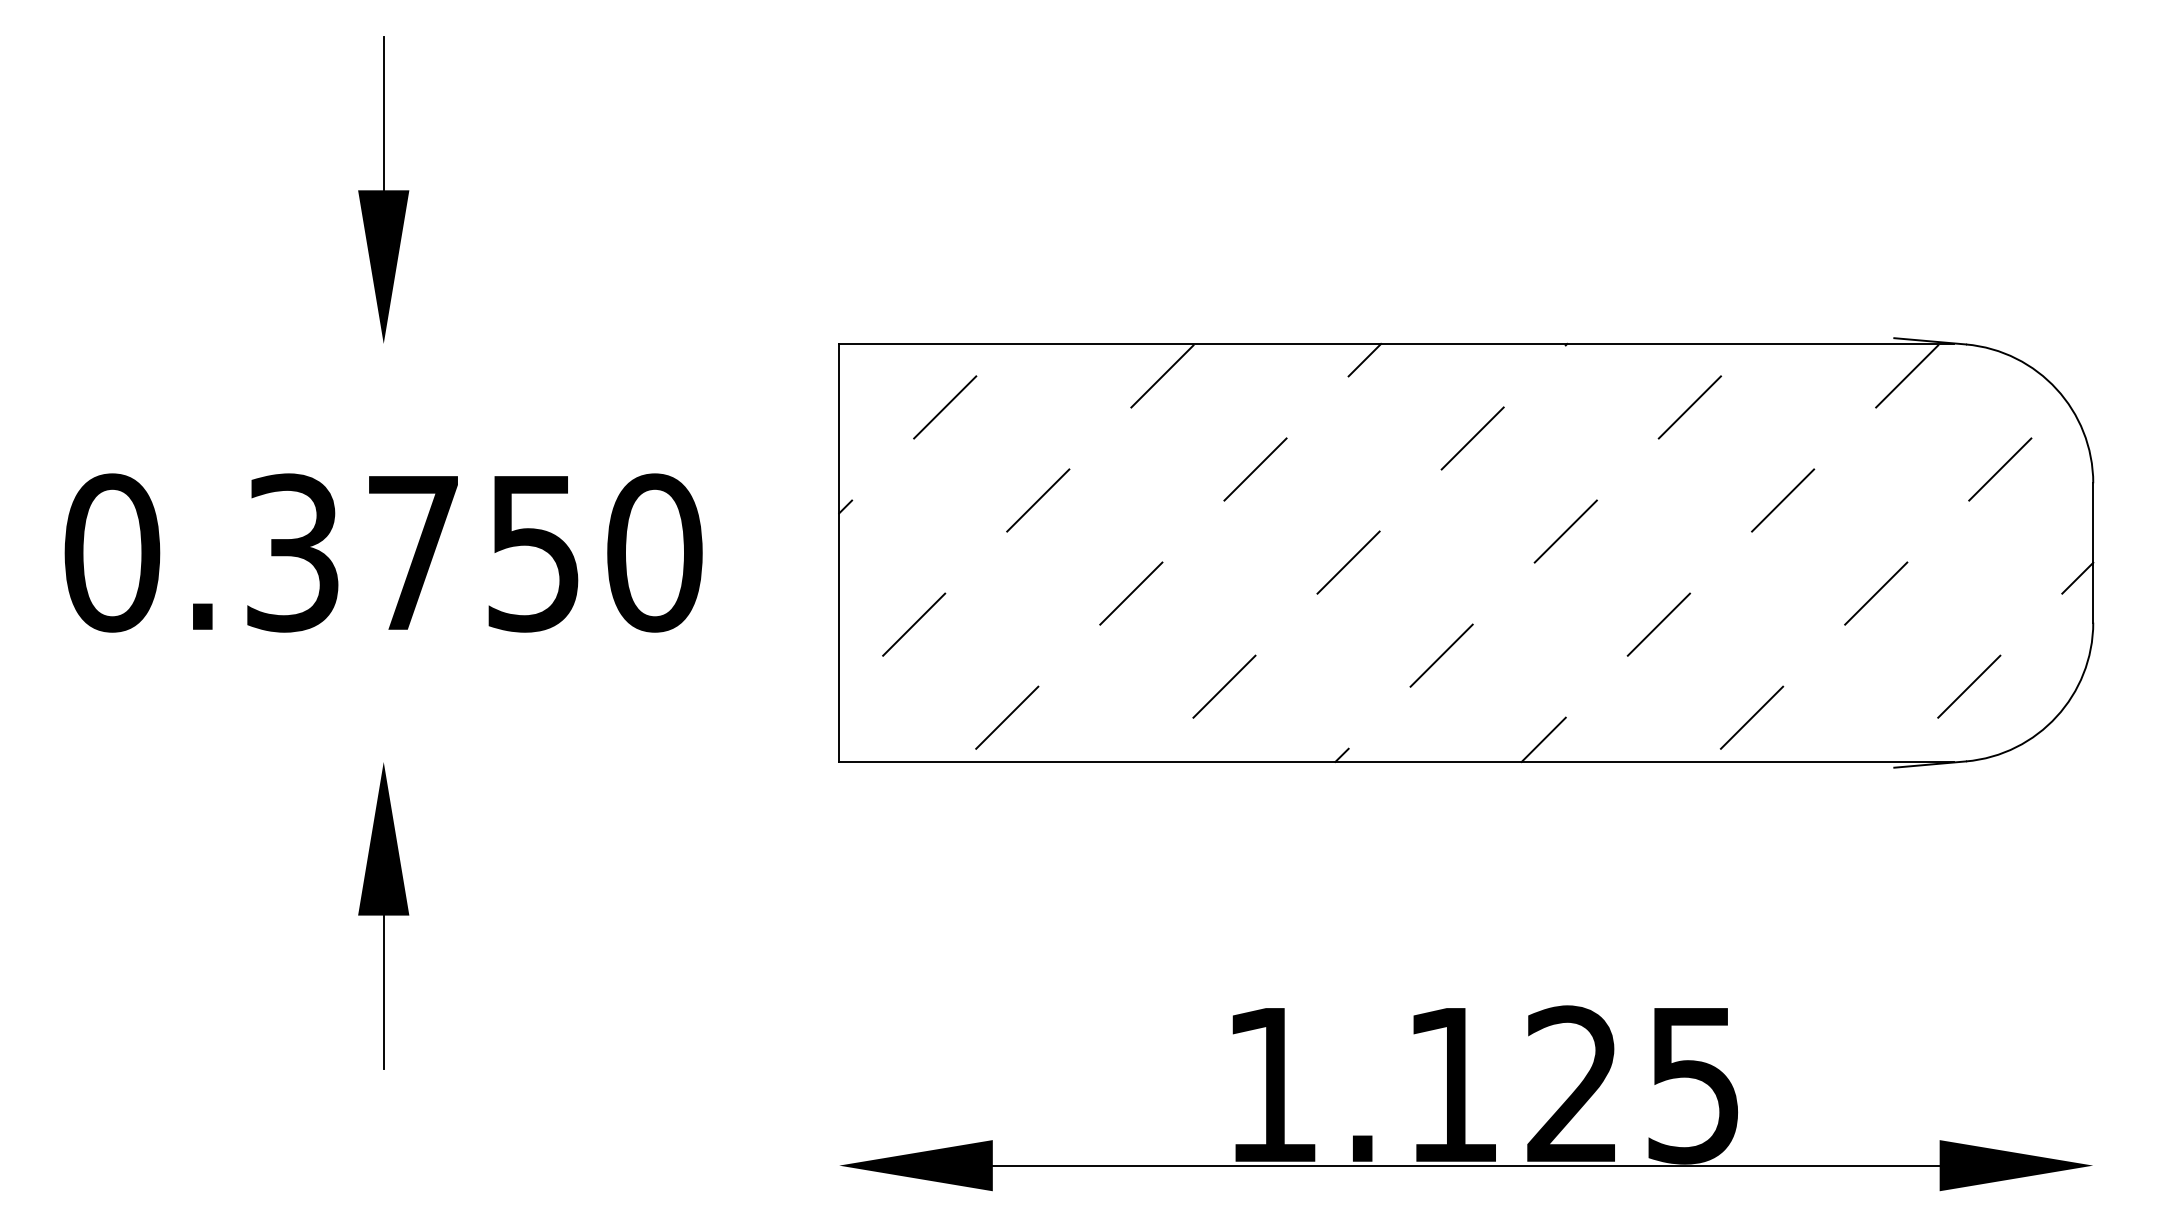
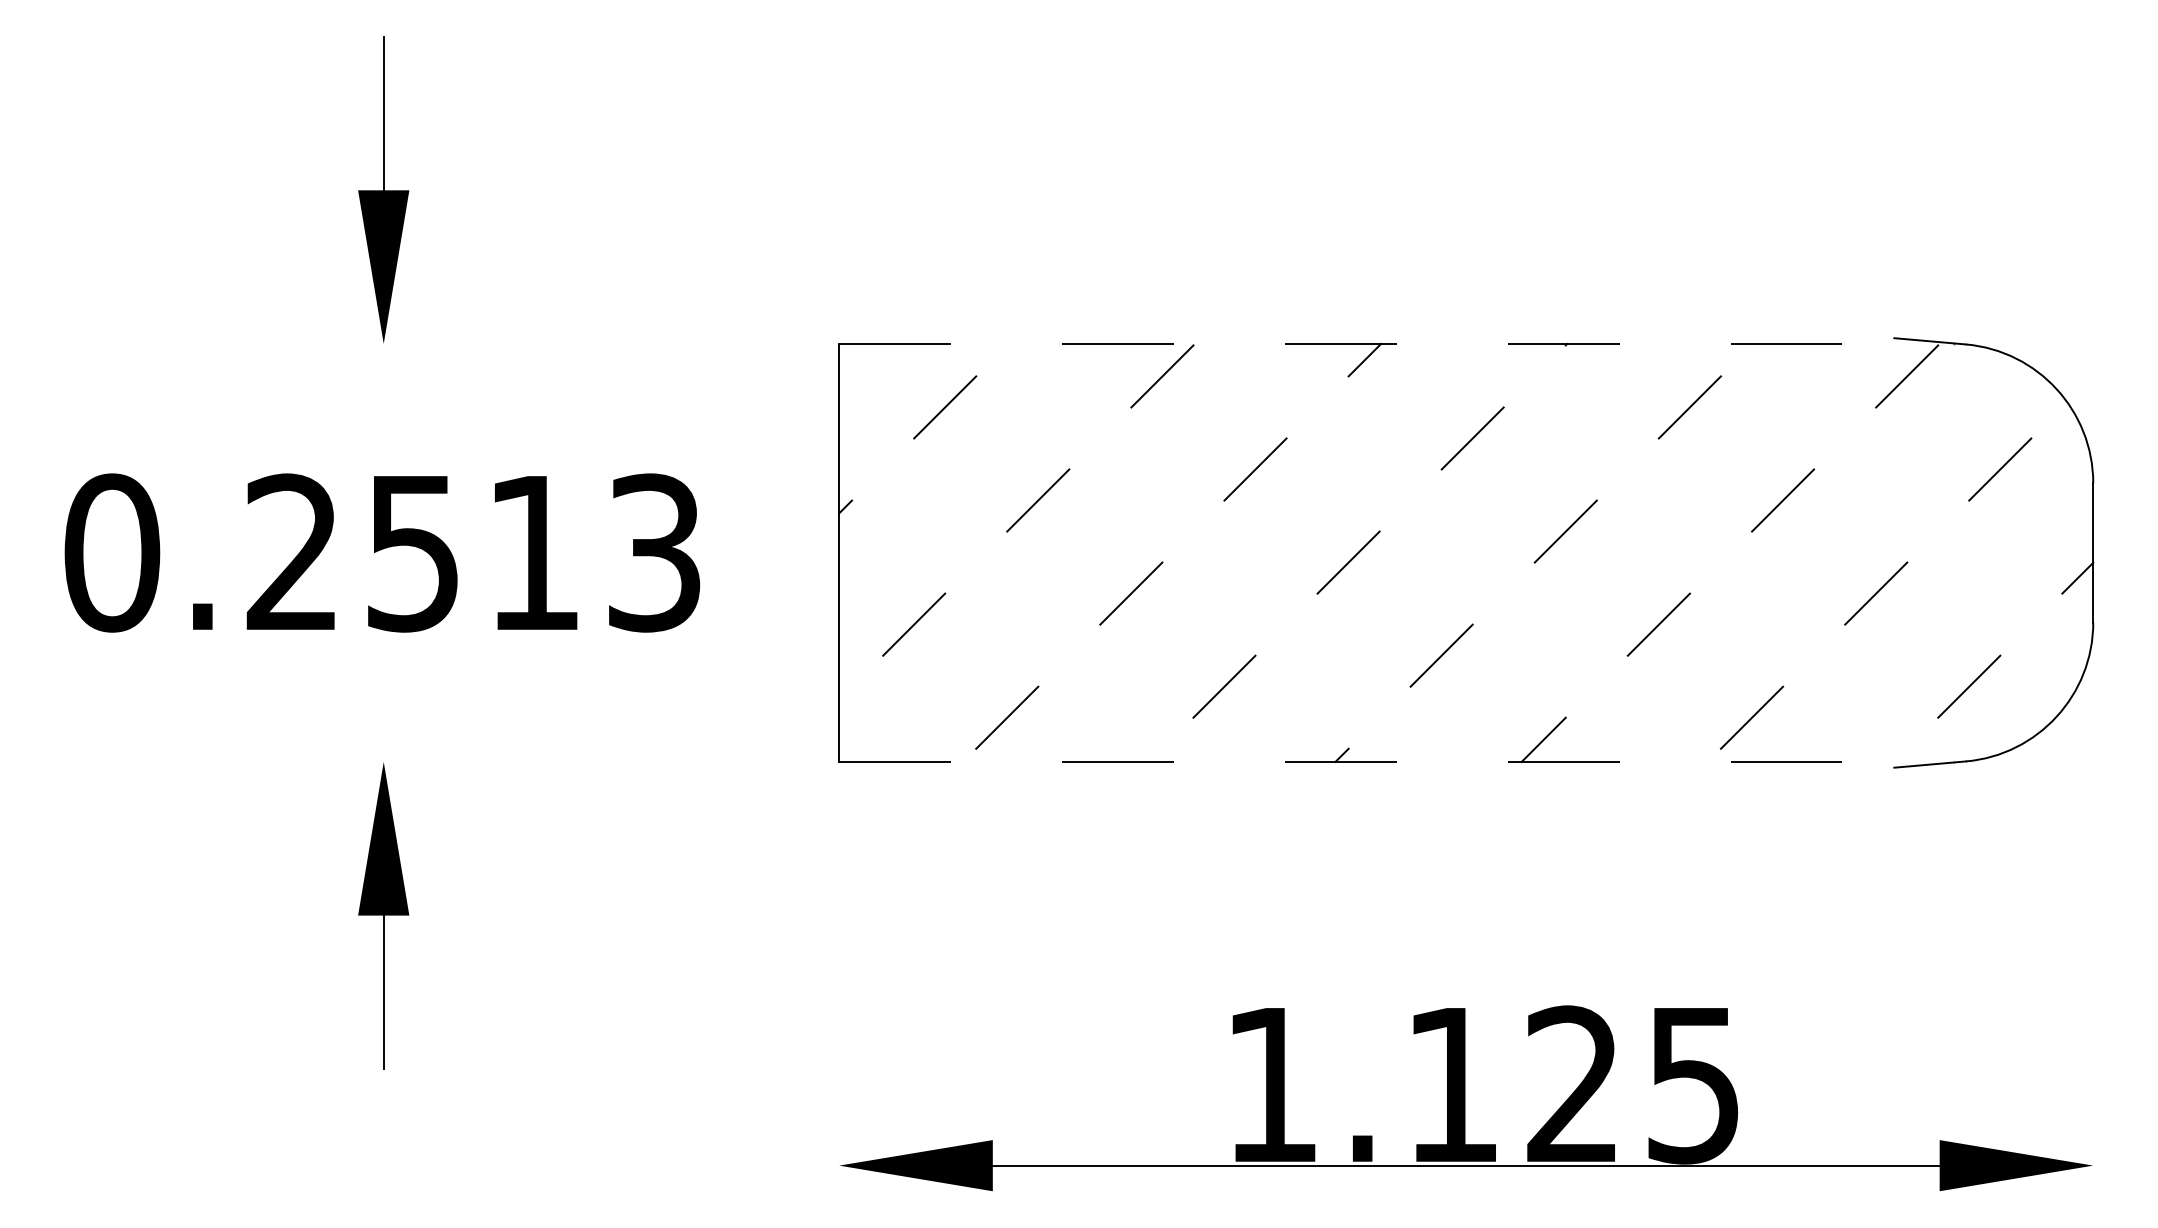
line at (1397, 343): solid -> dashed
text at (474, 552): 0.3750 -> 0.2513
line at (1397, 761): solid -> dashed
